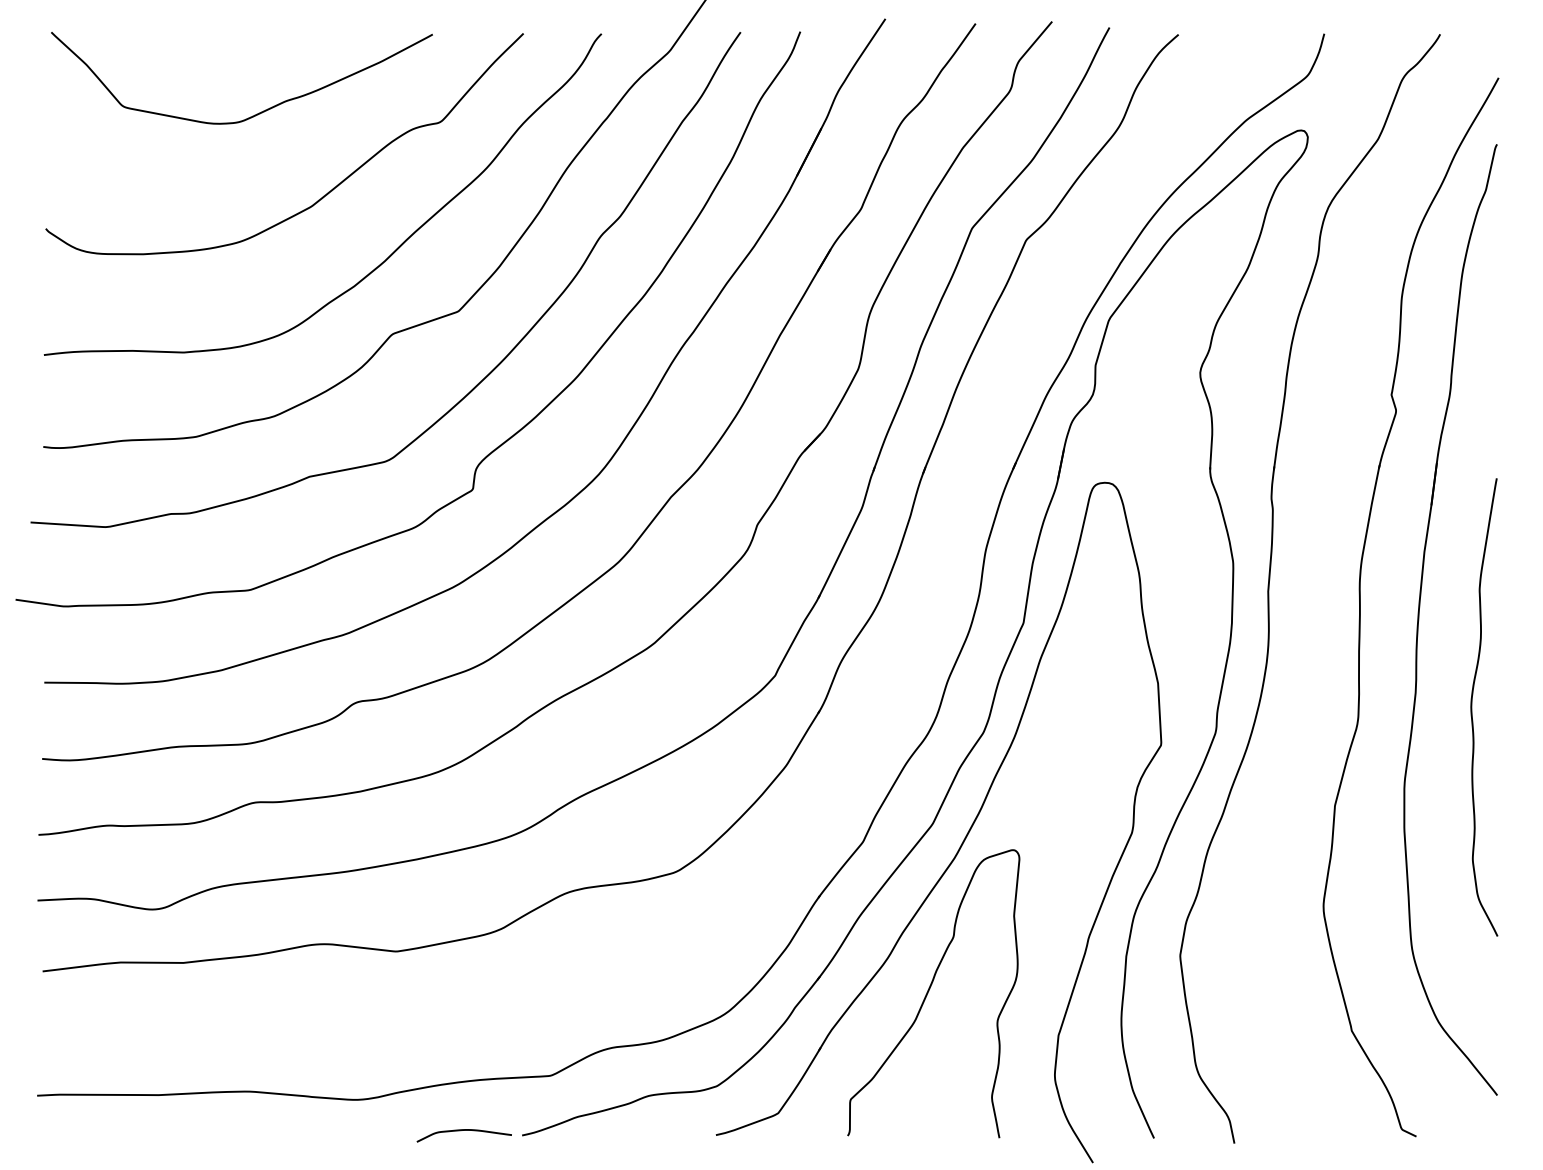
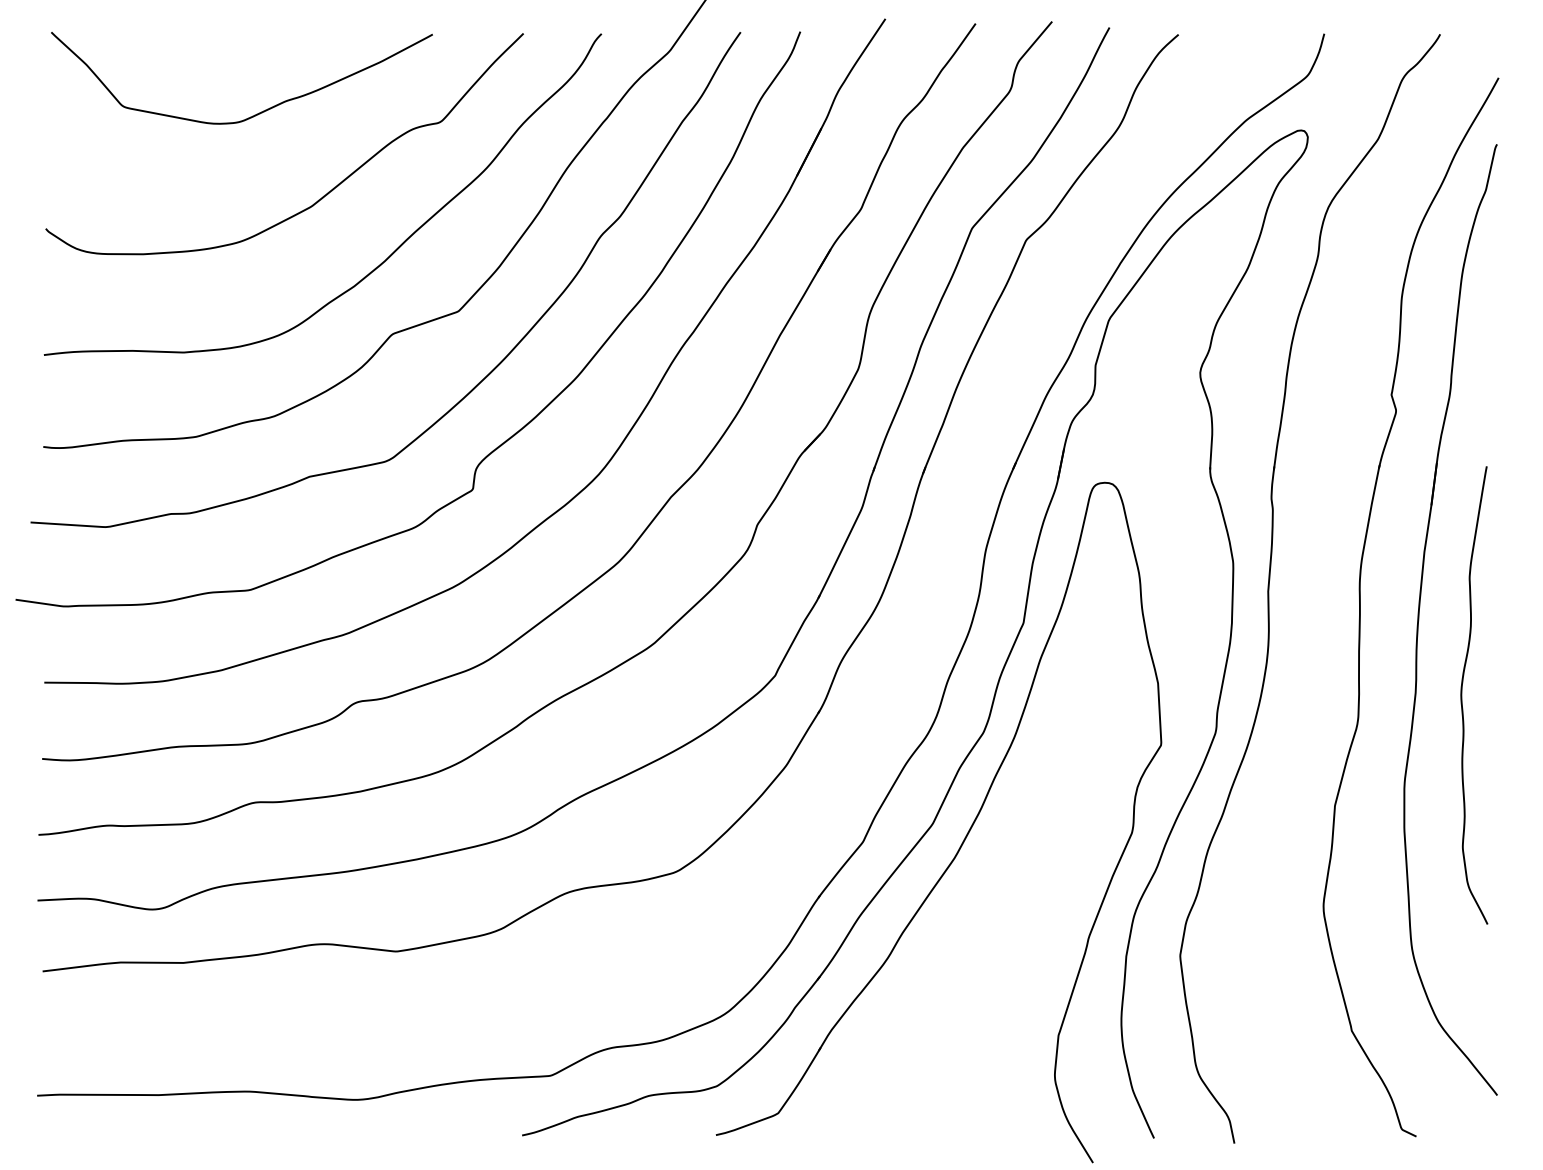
curve at (1472, 707) position: (1472, 707) -> (1462, 695)
curve at (929, 991): present -> none
curve at (463, 1130): present -> none
